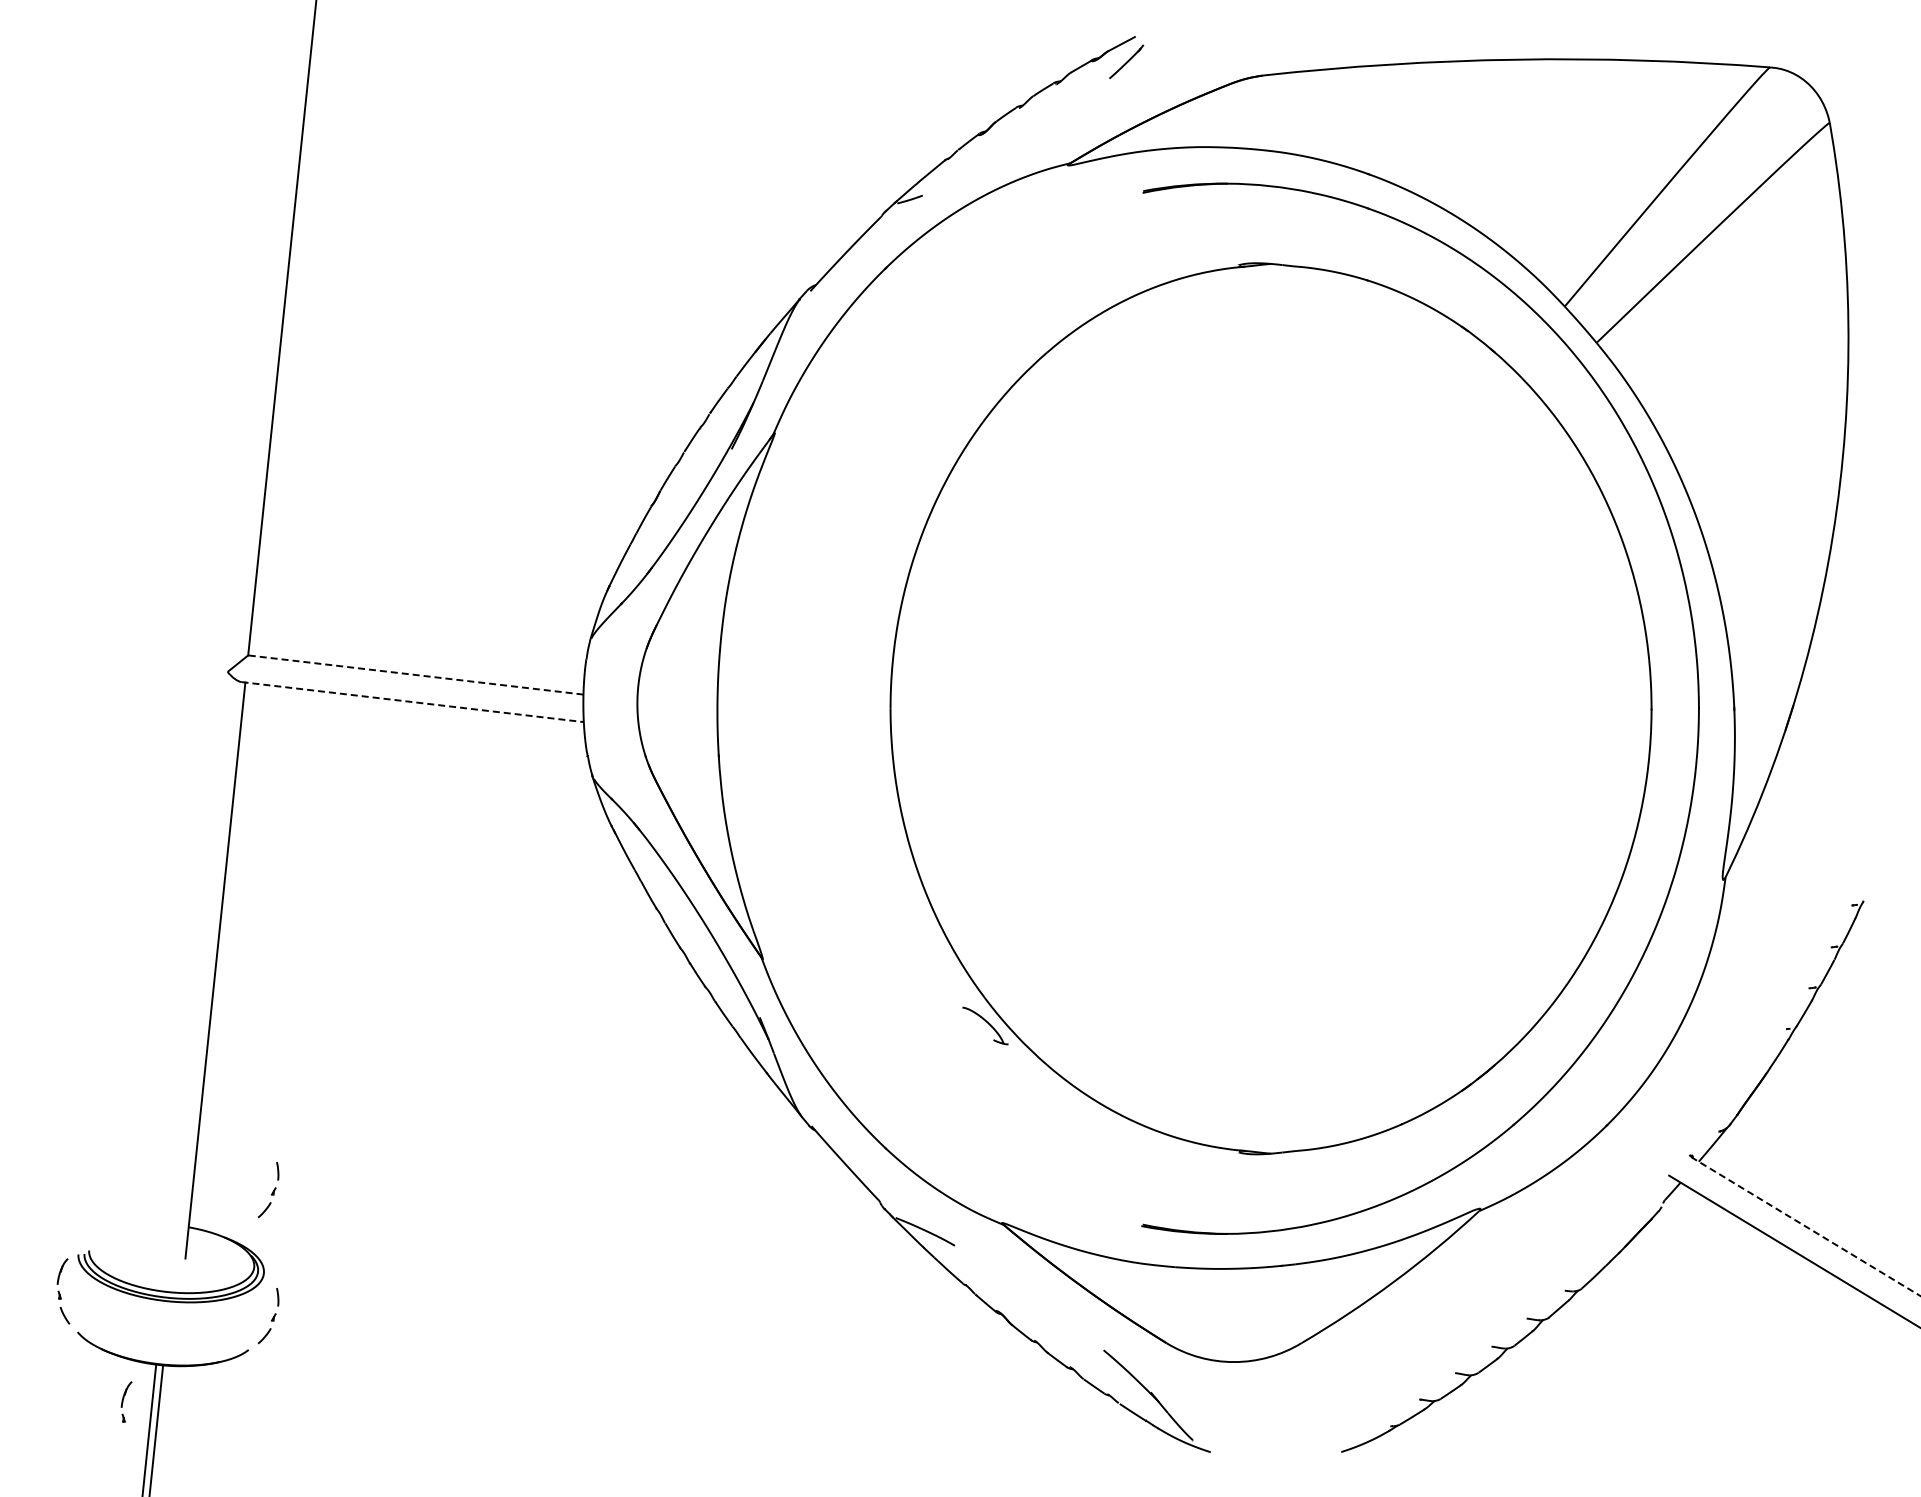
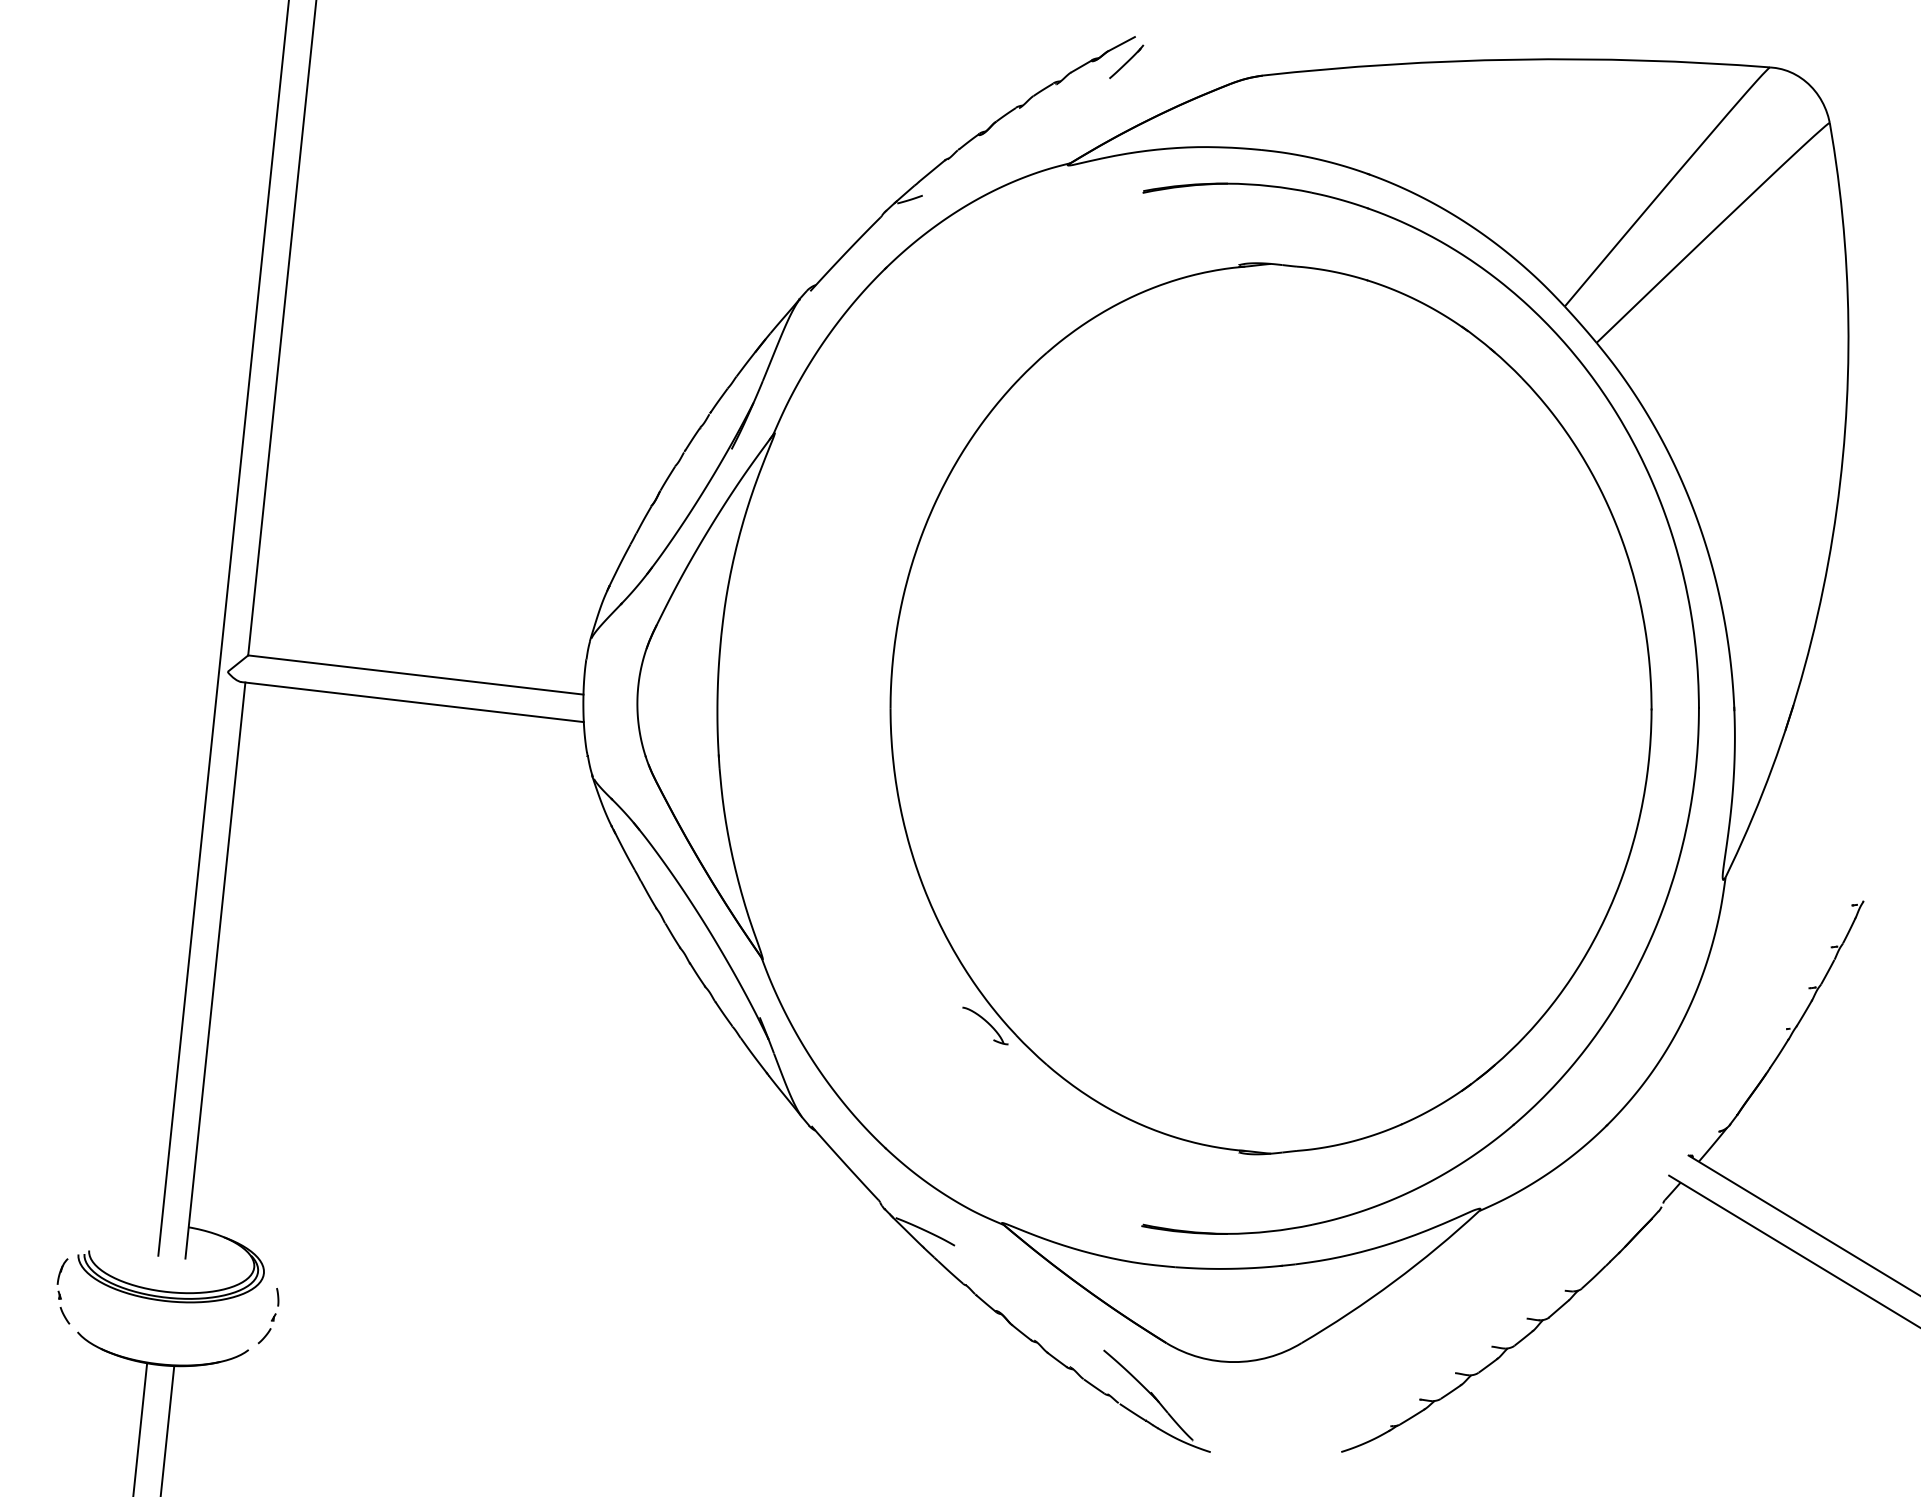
line at (223, 628): none -> present
line at (415, 675): dashed -> solid
line at (413, 702): dashed -> solid
part at (268, 1190): present -> none
line at (1804, 1225): dashed -> solid
part at (126, 1401): present -> none
line at (149, 1428) position: (149, 1428) -> (167, 1429)
line at (156, 1429) position: (156, 1429) -> (140, 1428)
